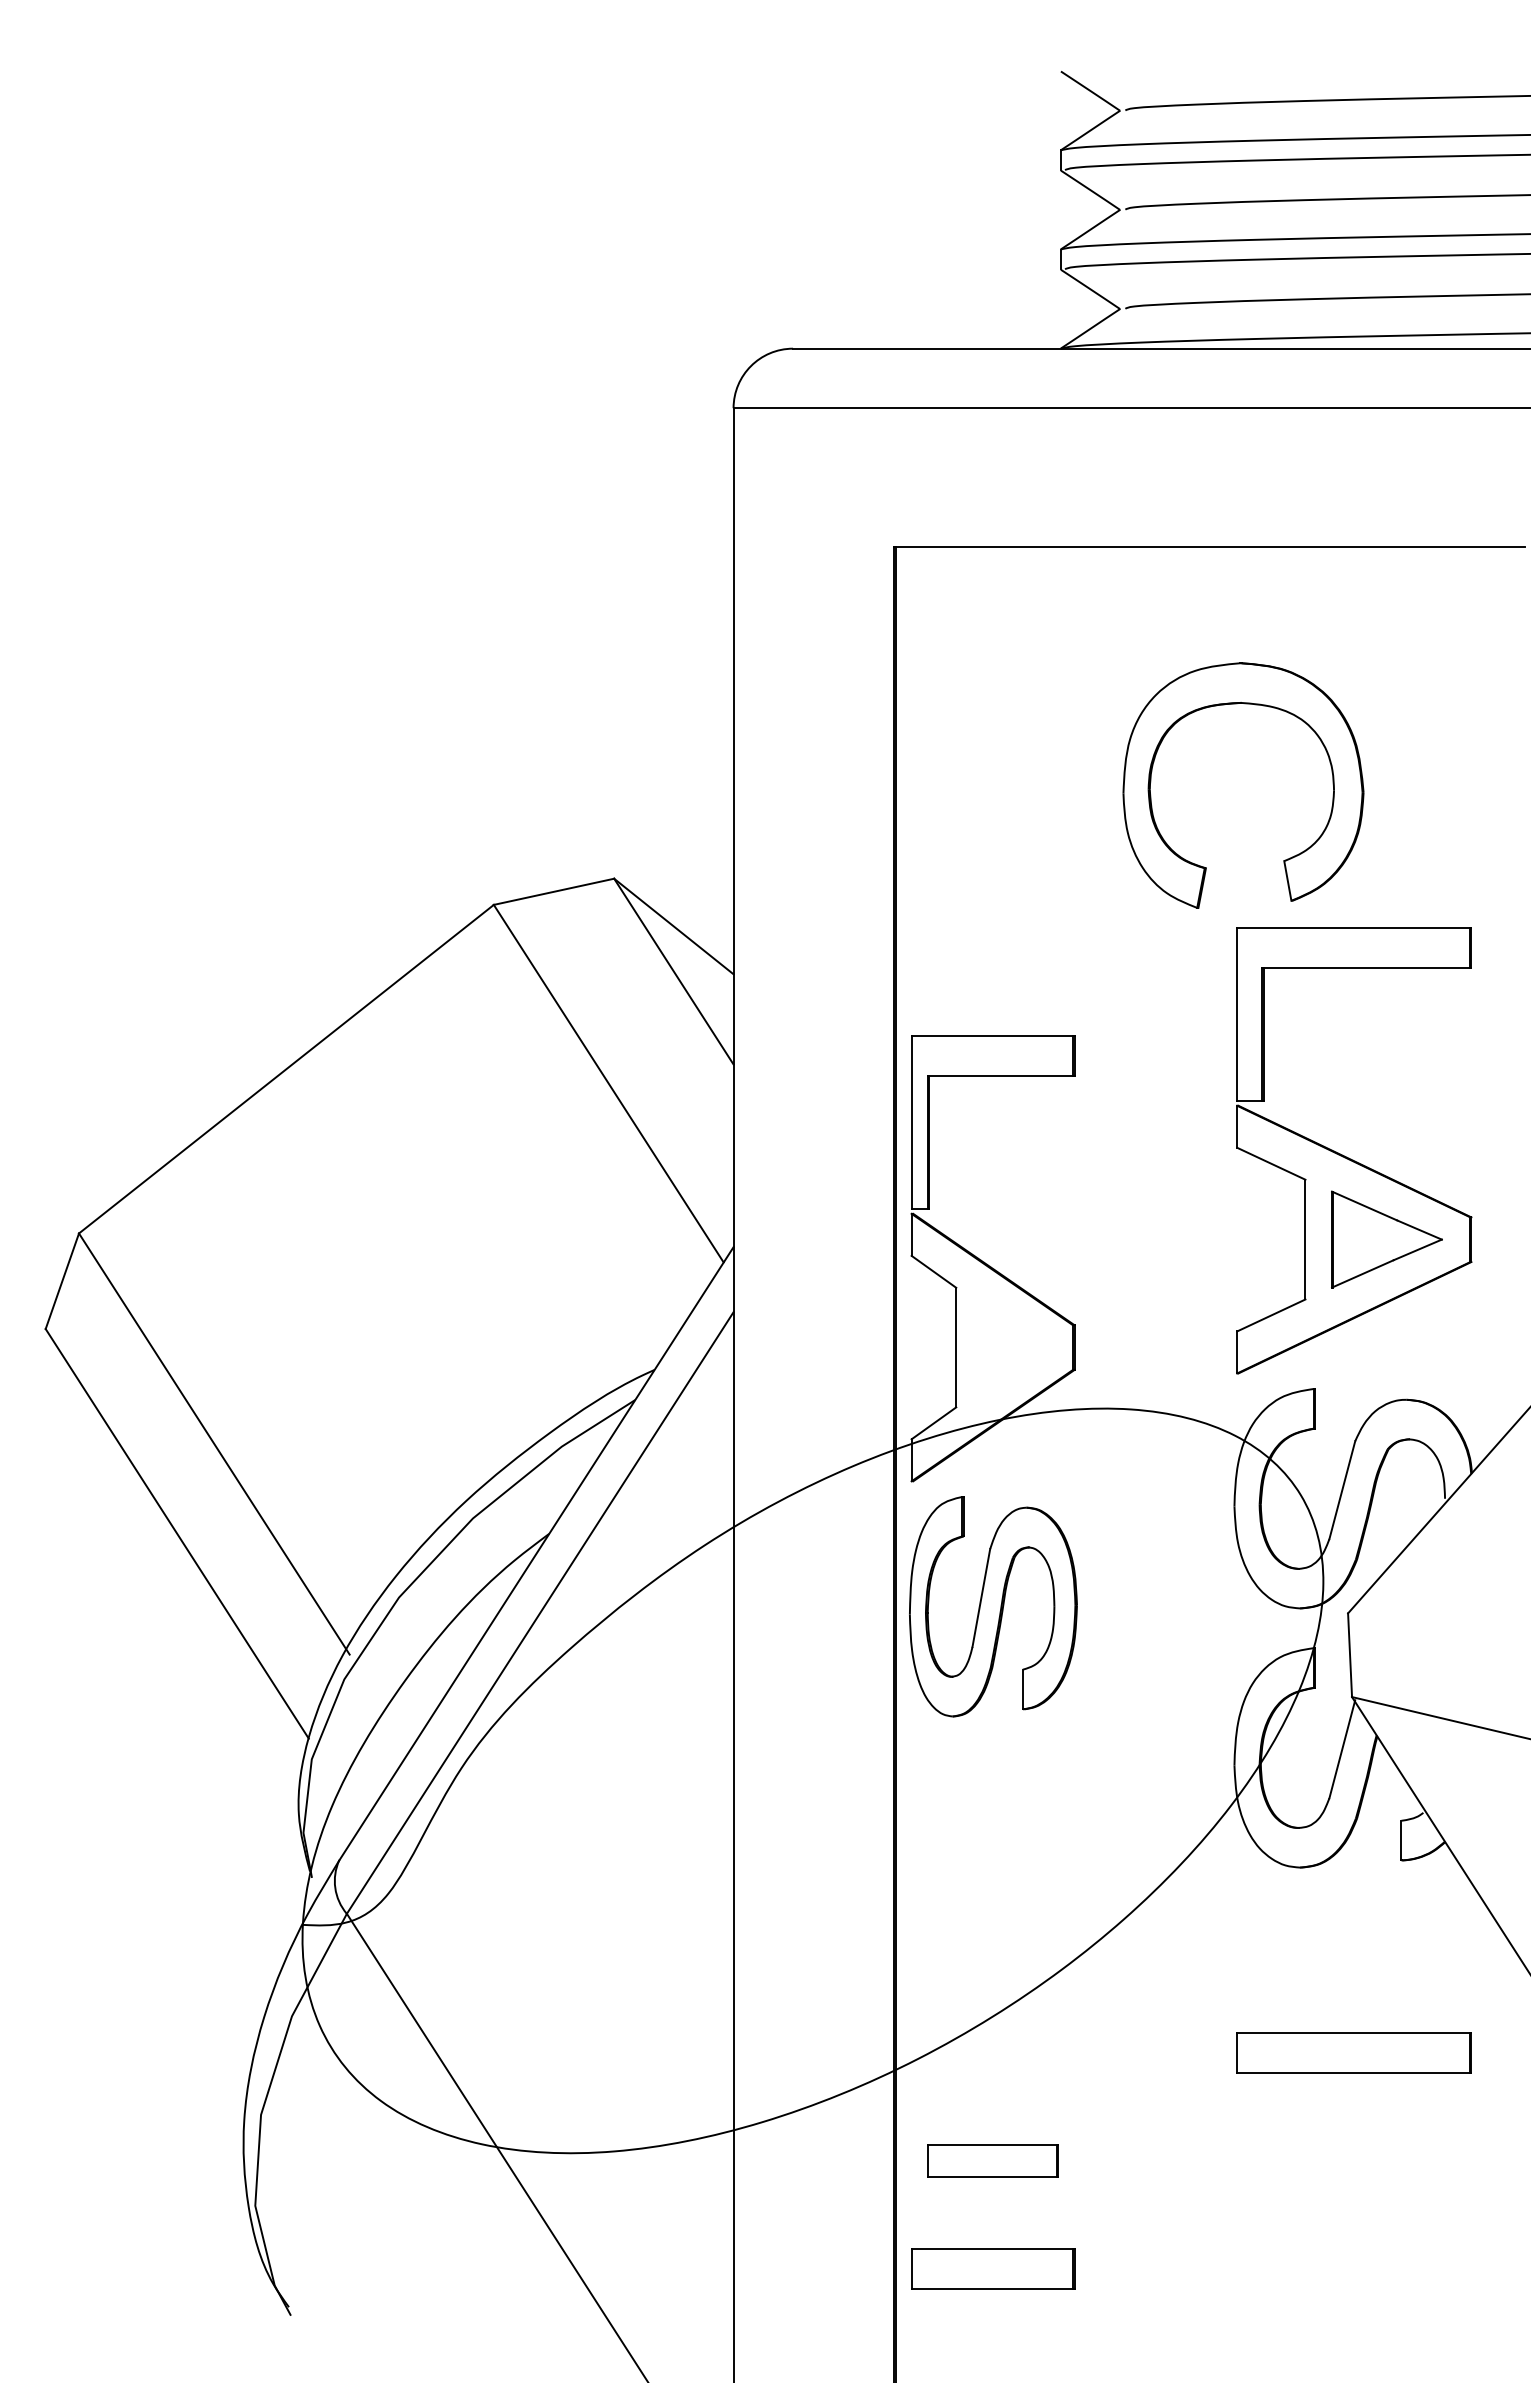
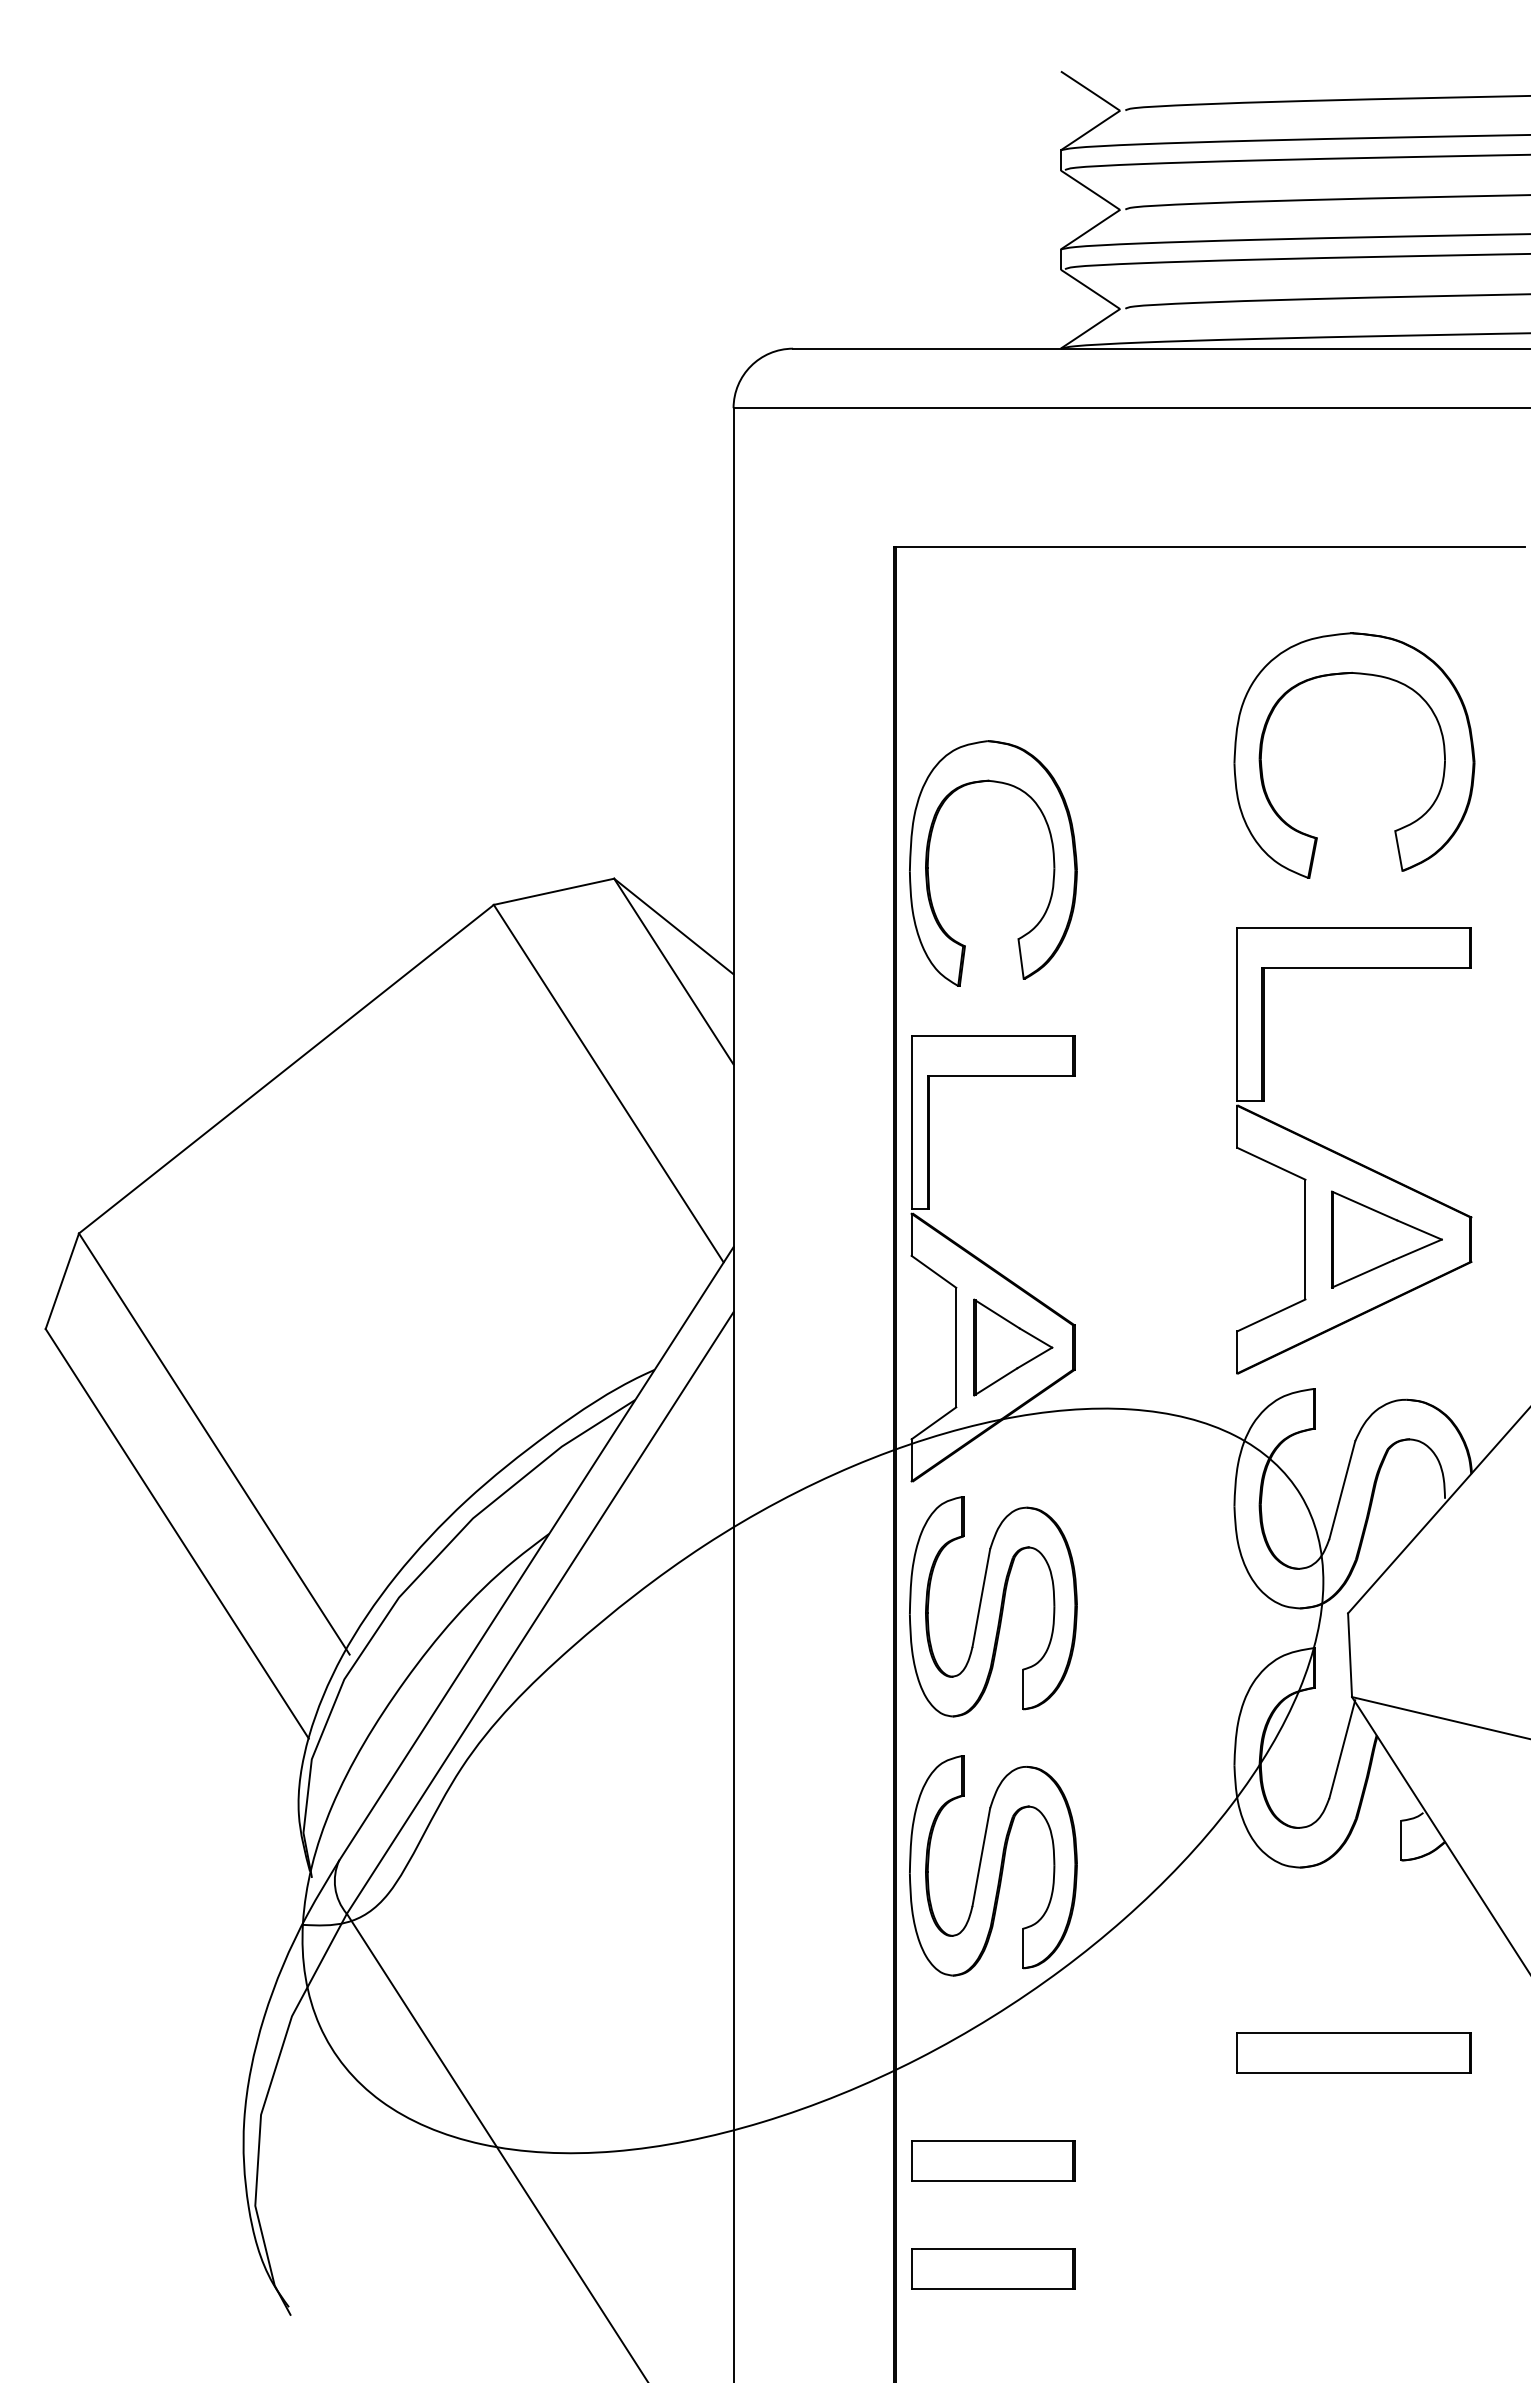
part at (1255, 705) position: (1255, 705) -> (1366, 675)
part at (1052, 854): none -> present
part at (1013, 1347): none -> present
part at (993, 1865): none -> present
part at (992, 2160) size: 132x34 px -> 165x42 px
